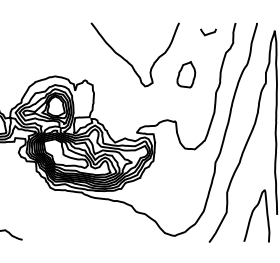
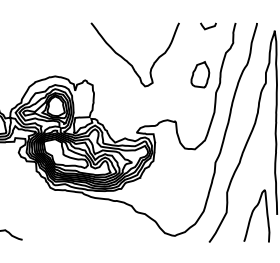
curve at (209, 32) position: (209, 32) -> (209, 26)
part at (186, 74) position: (186, 74) -> (200, 74)
